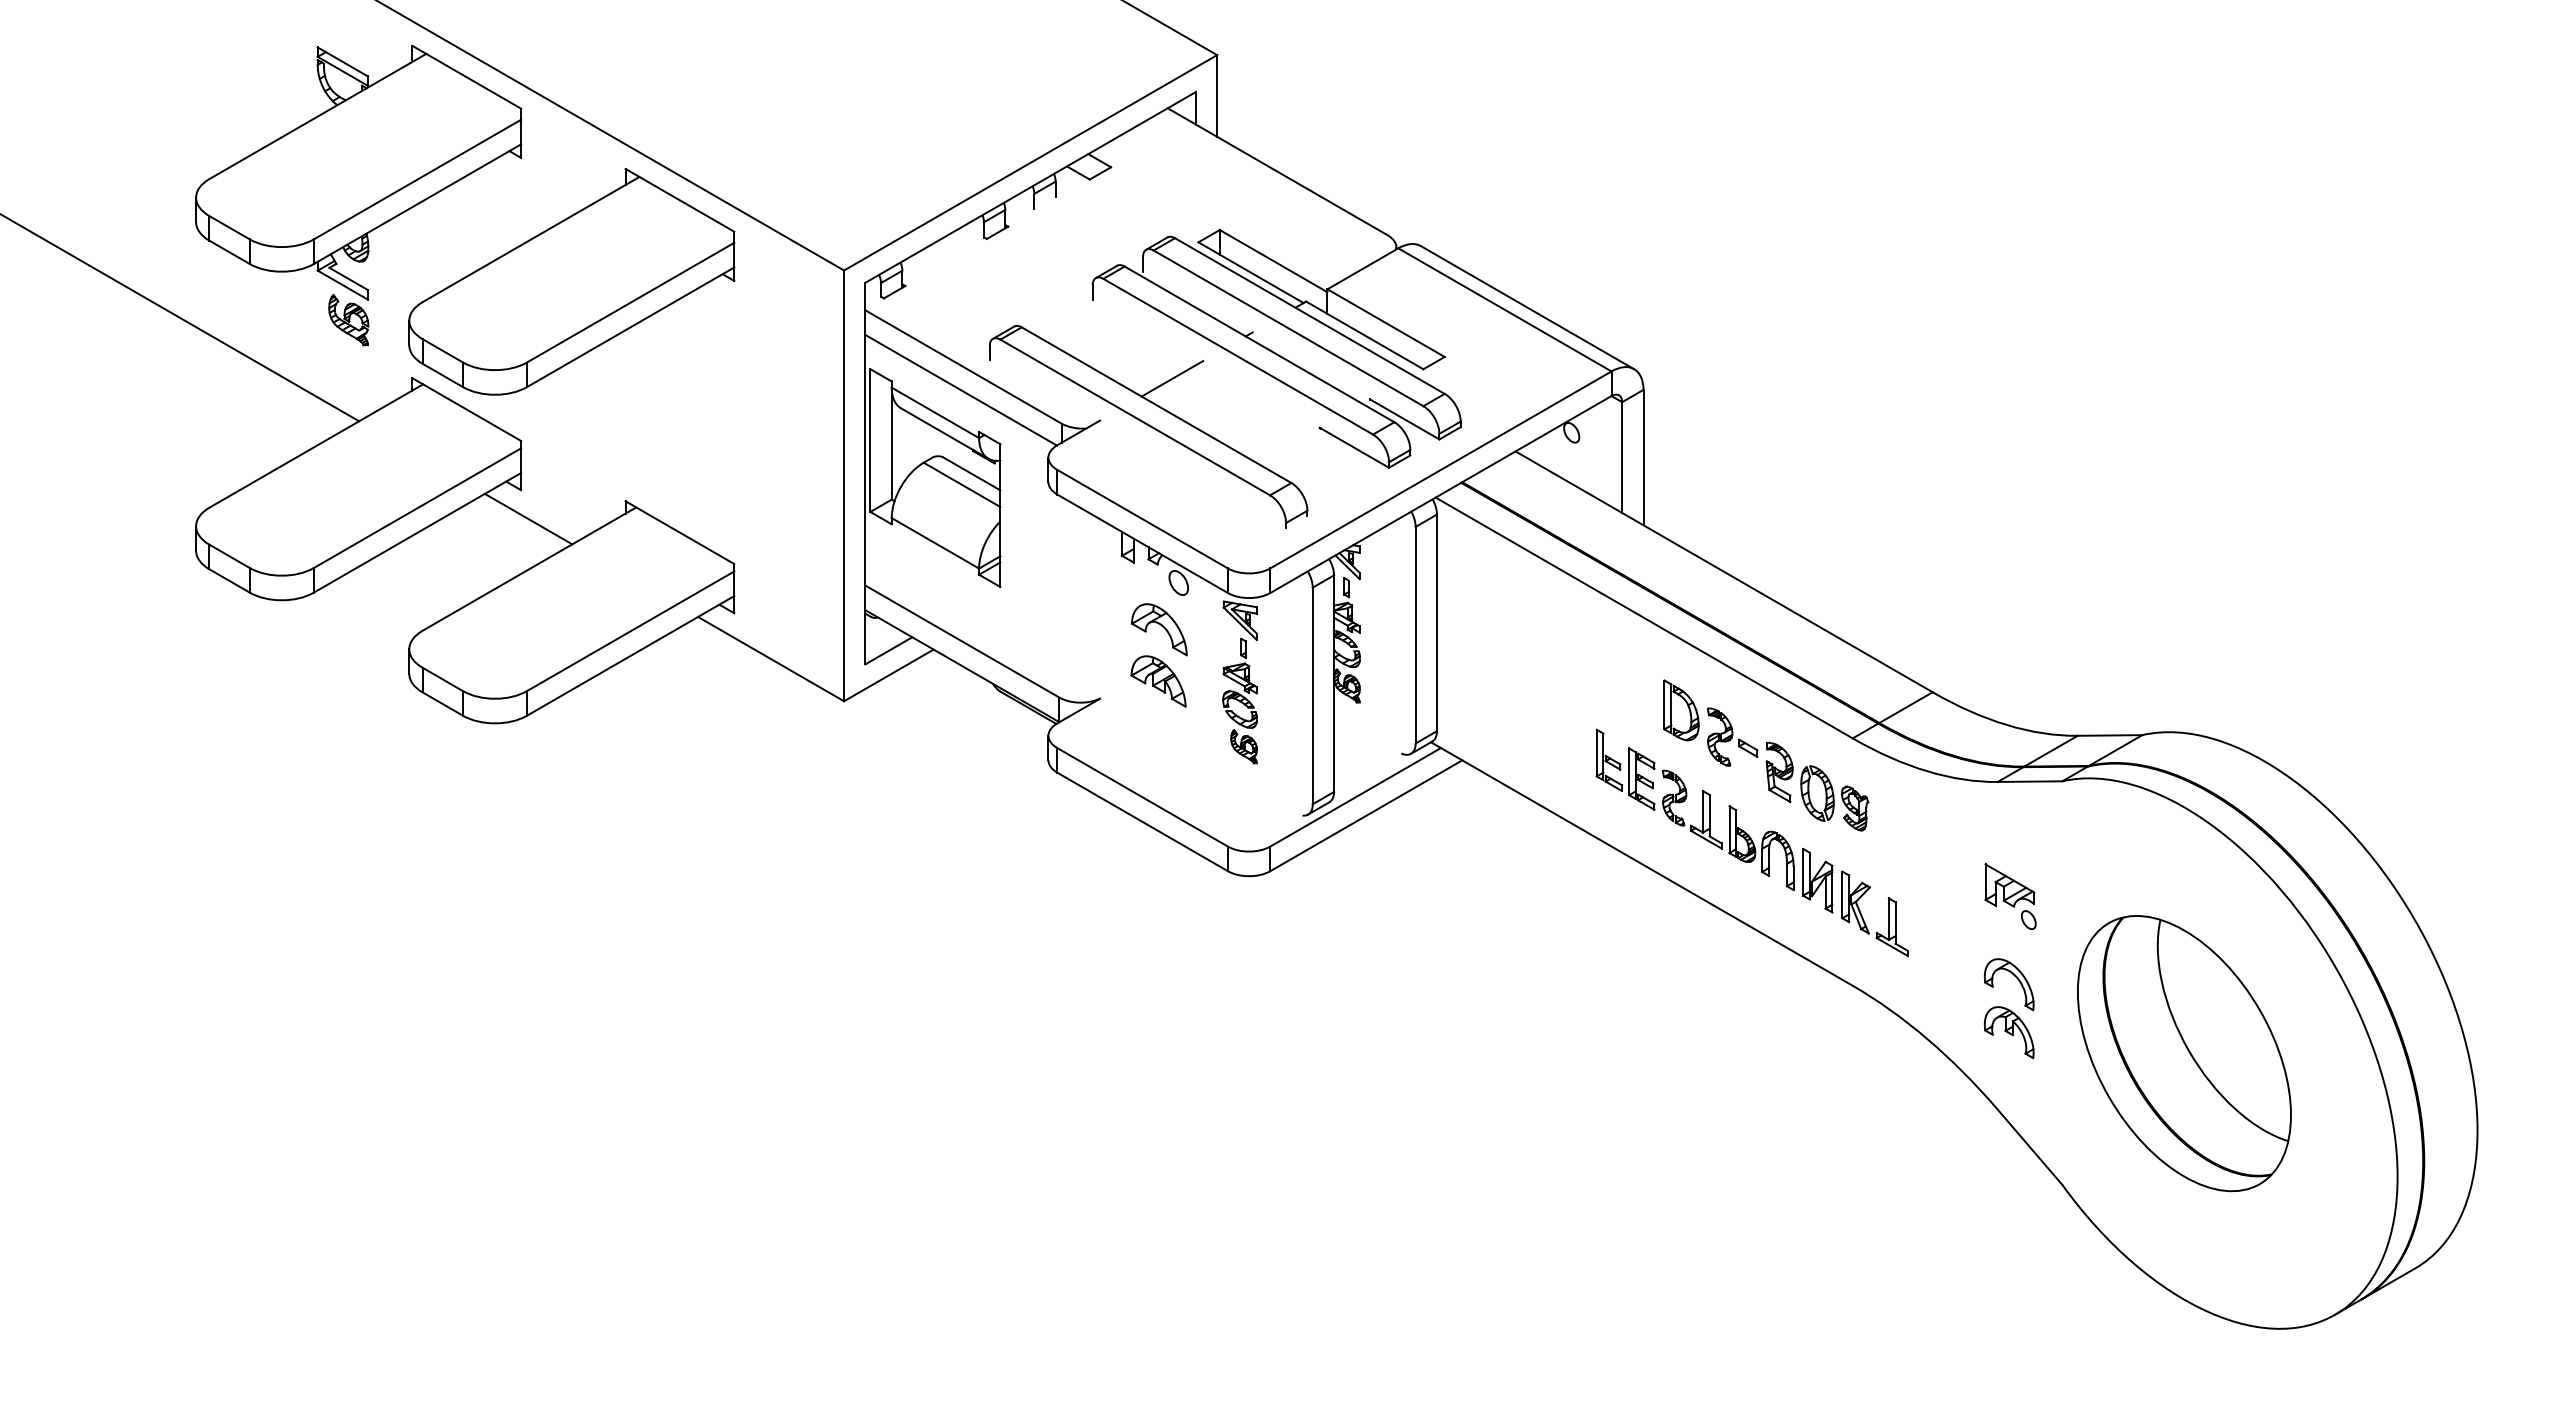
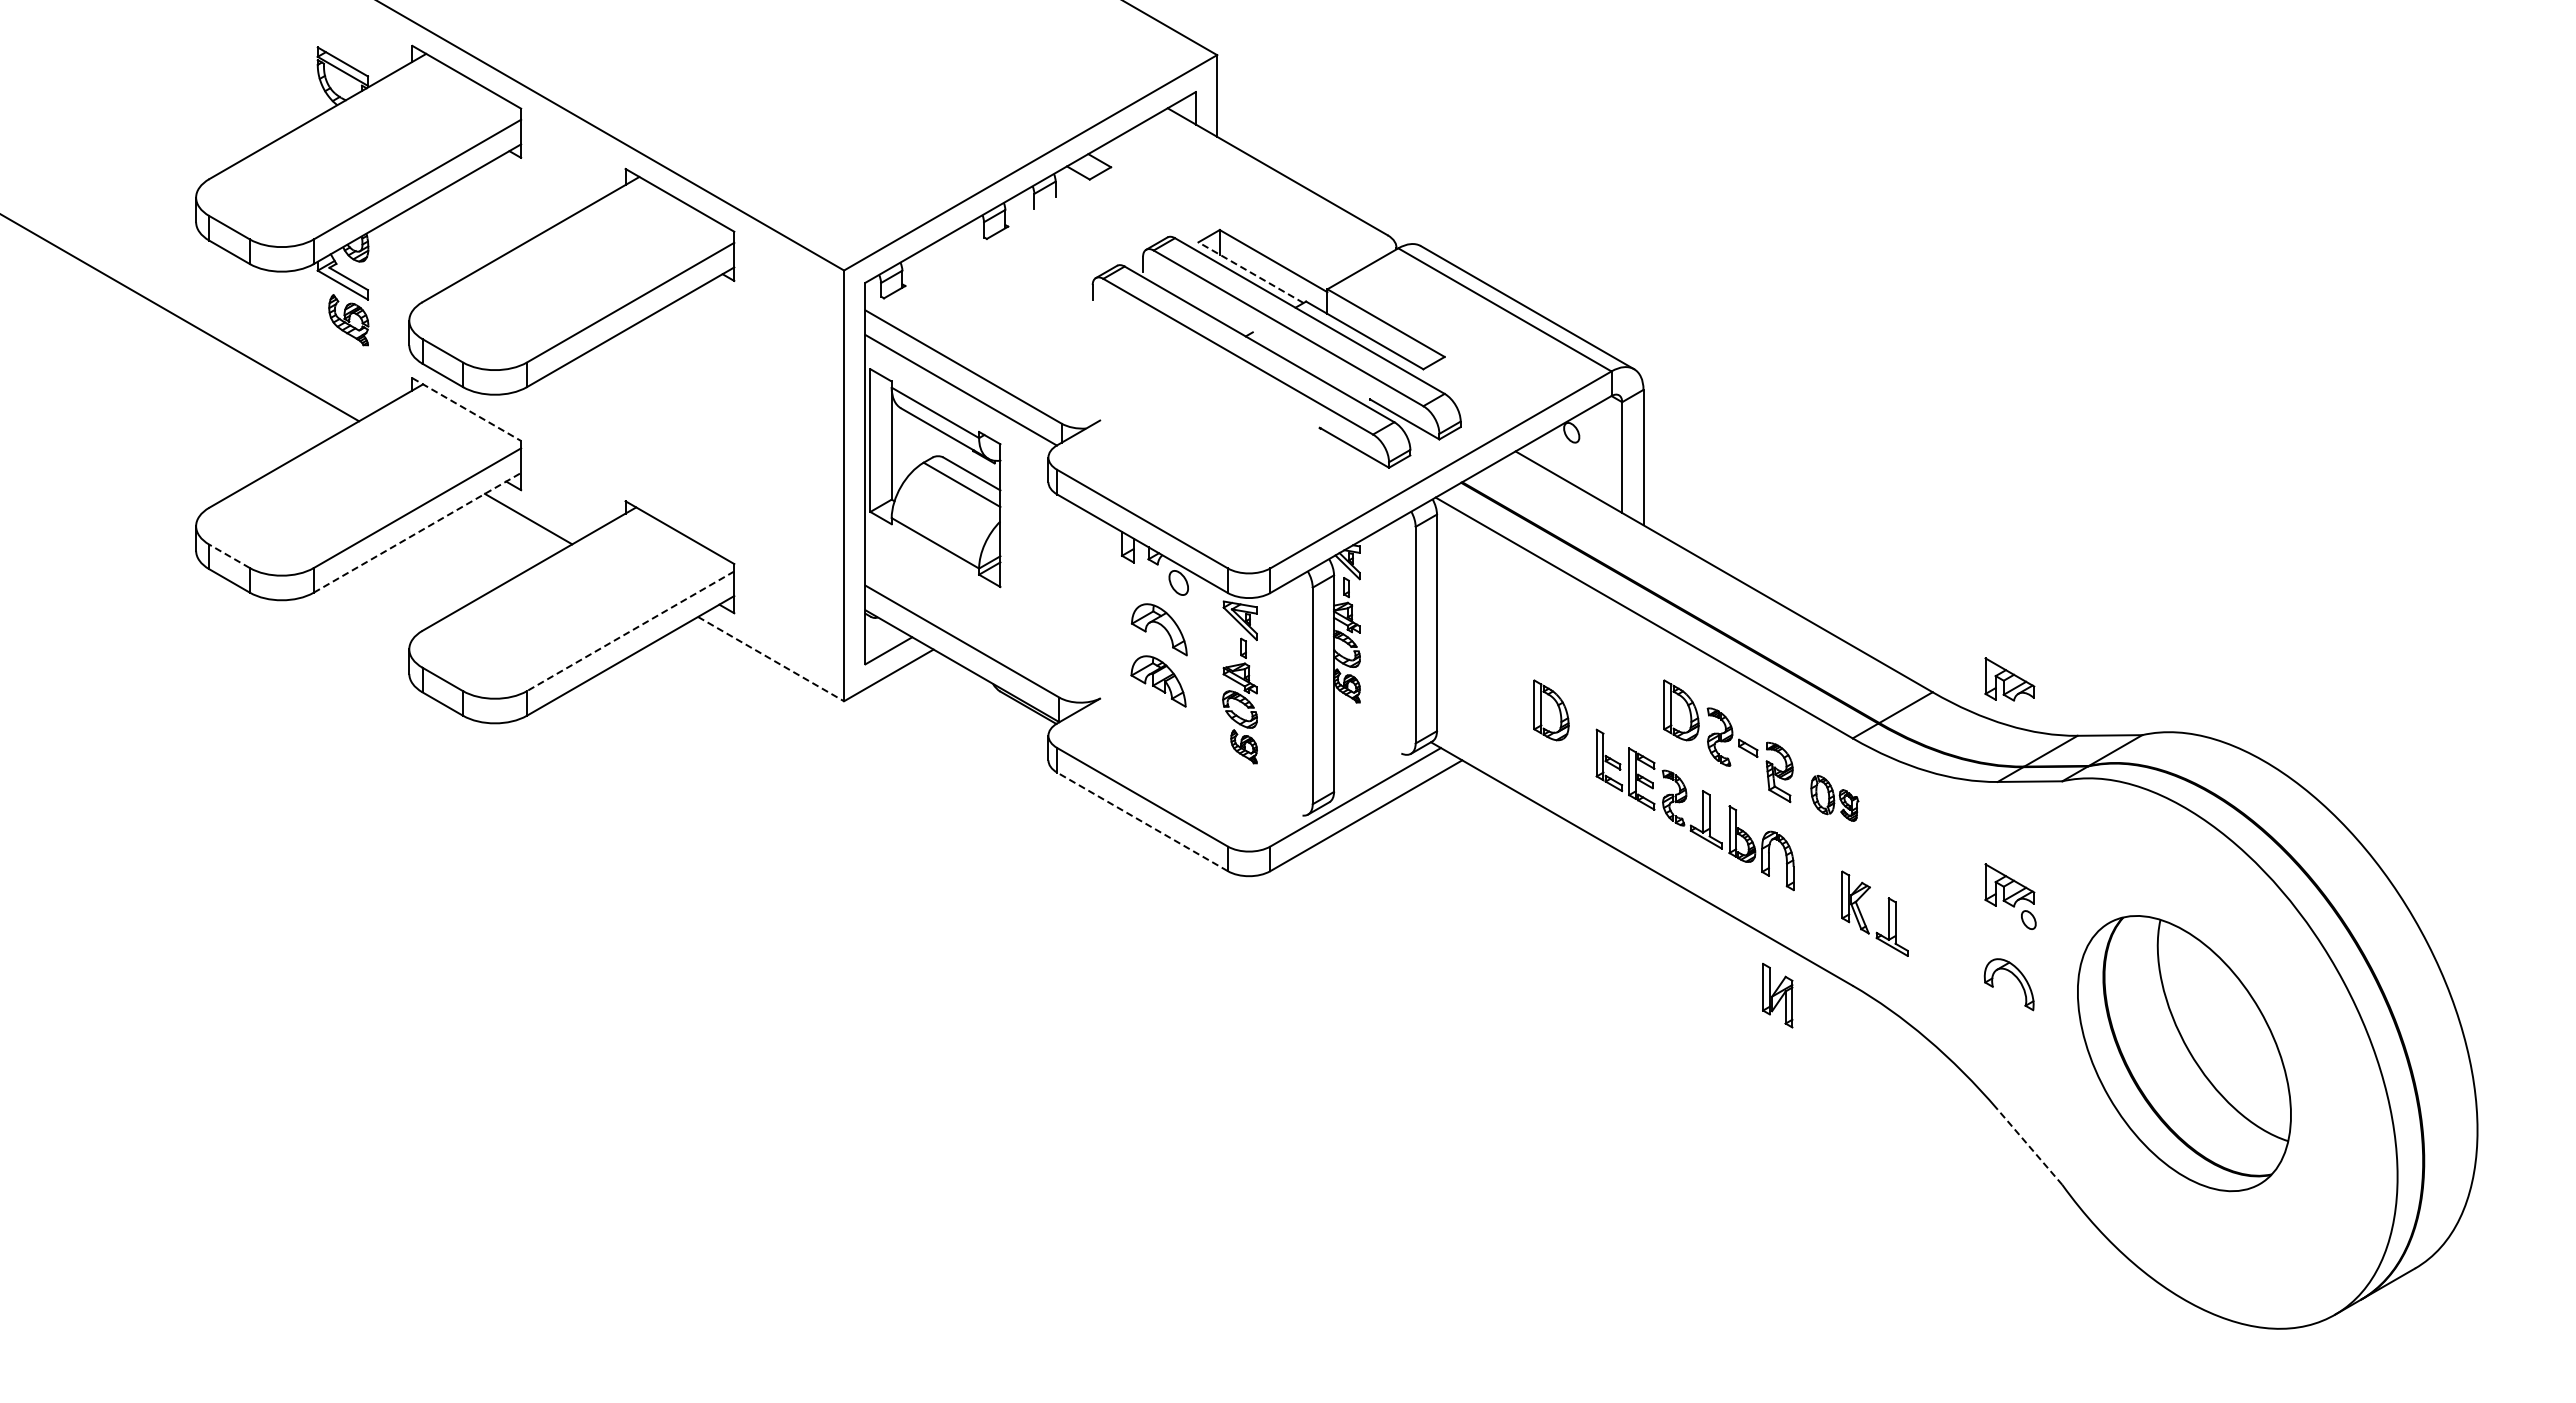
line at (1251, 272): solid -> dashed
line at (466, 409): solid -> dashed
part at (1148, 426): present -> none
line at (417, 532): solid -> dashed
line at (229, 556): solid -> dashed
line at (630, 631): solid -> dashed
line at (771, 659): solid -> dashed
part at (2009, 679): none -> present
part at (1551, 710): none -> present
part at (1834, 798) size: 70x67 px -> 50x47 px
line at (1142, 821): solid -> dashed
part at (1817, 880) position: (1817, 880) -> (1777, 995)
part at (2008, 1032): present -> none
line at (2030, 1147): solid -> dashed
